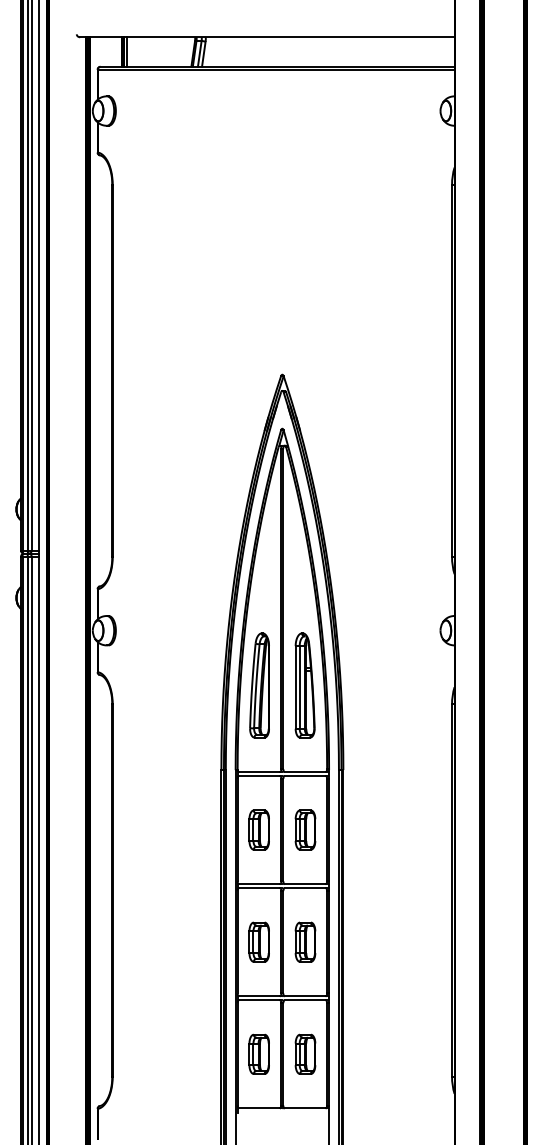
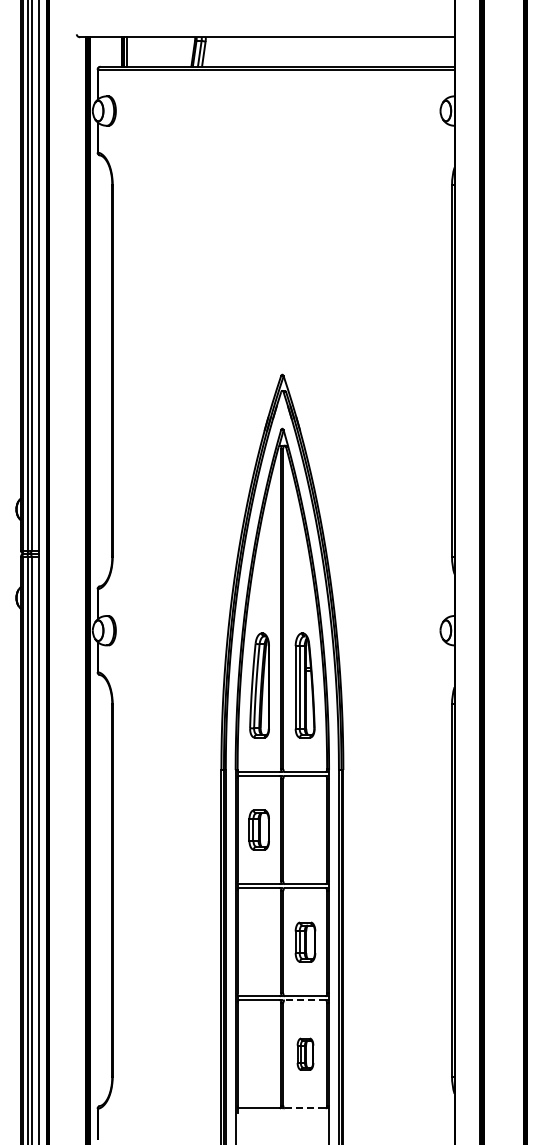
part at (305, 829): present -> none
part at (258, 941): present -> none
line at (304, 1000): solid -> dashed
part at (258, 1053): present -> none
part at (305, 1053) size: 23x42 px -> 19x34 px
line at (305, 1108): solid -> dashed
